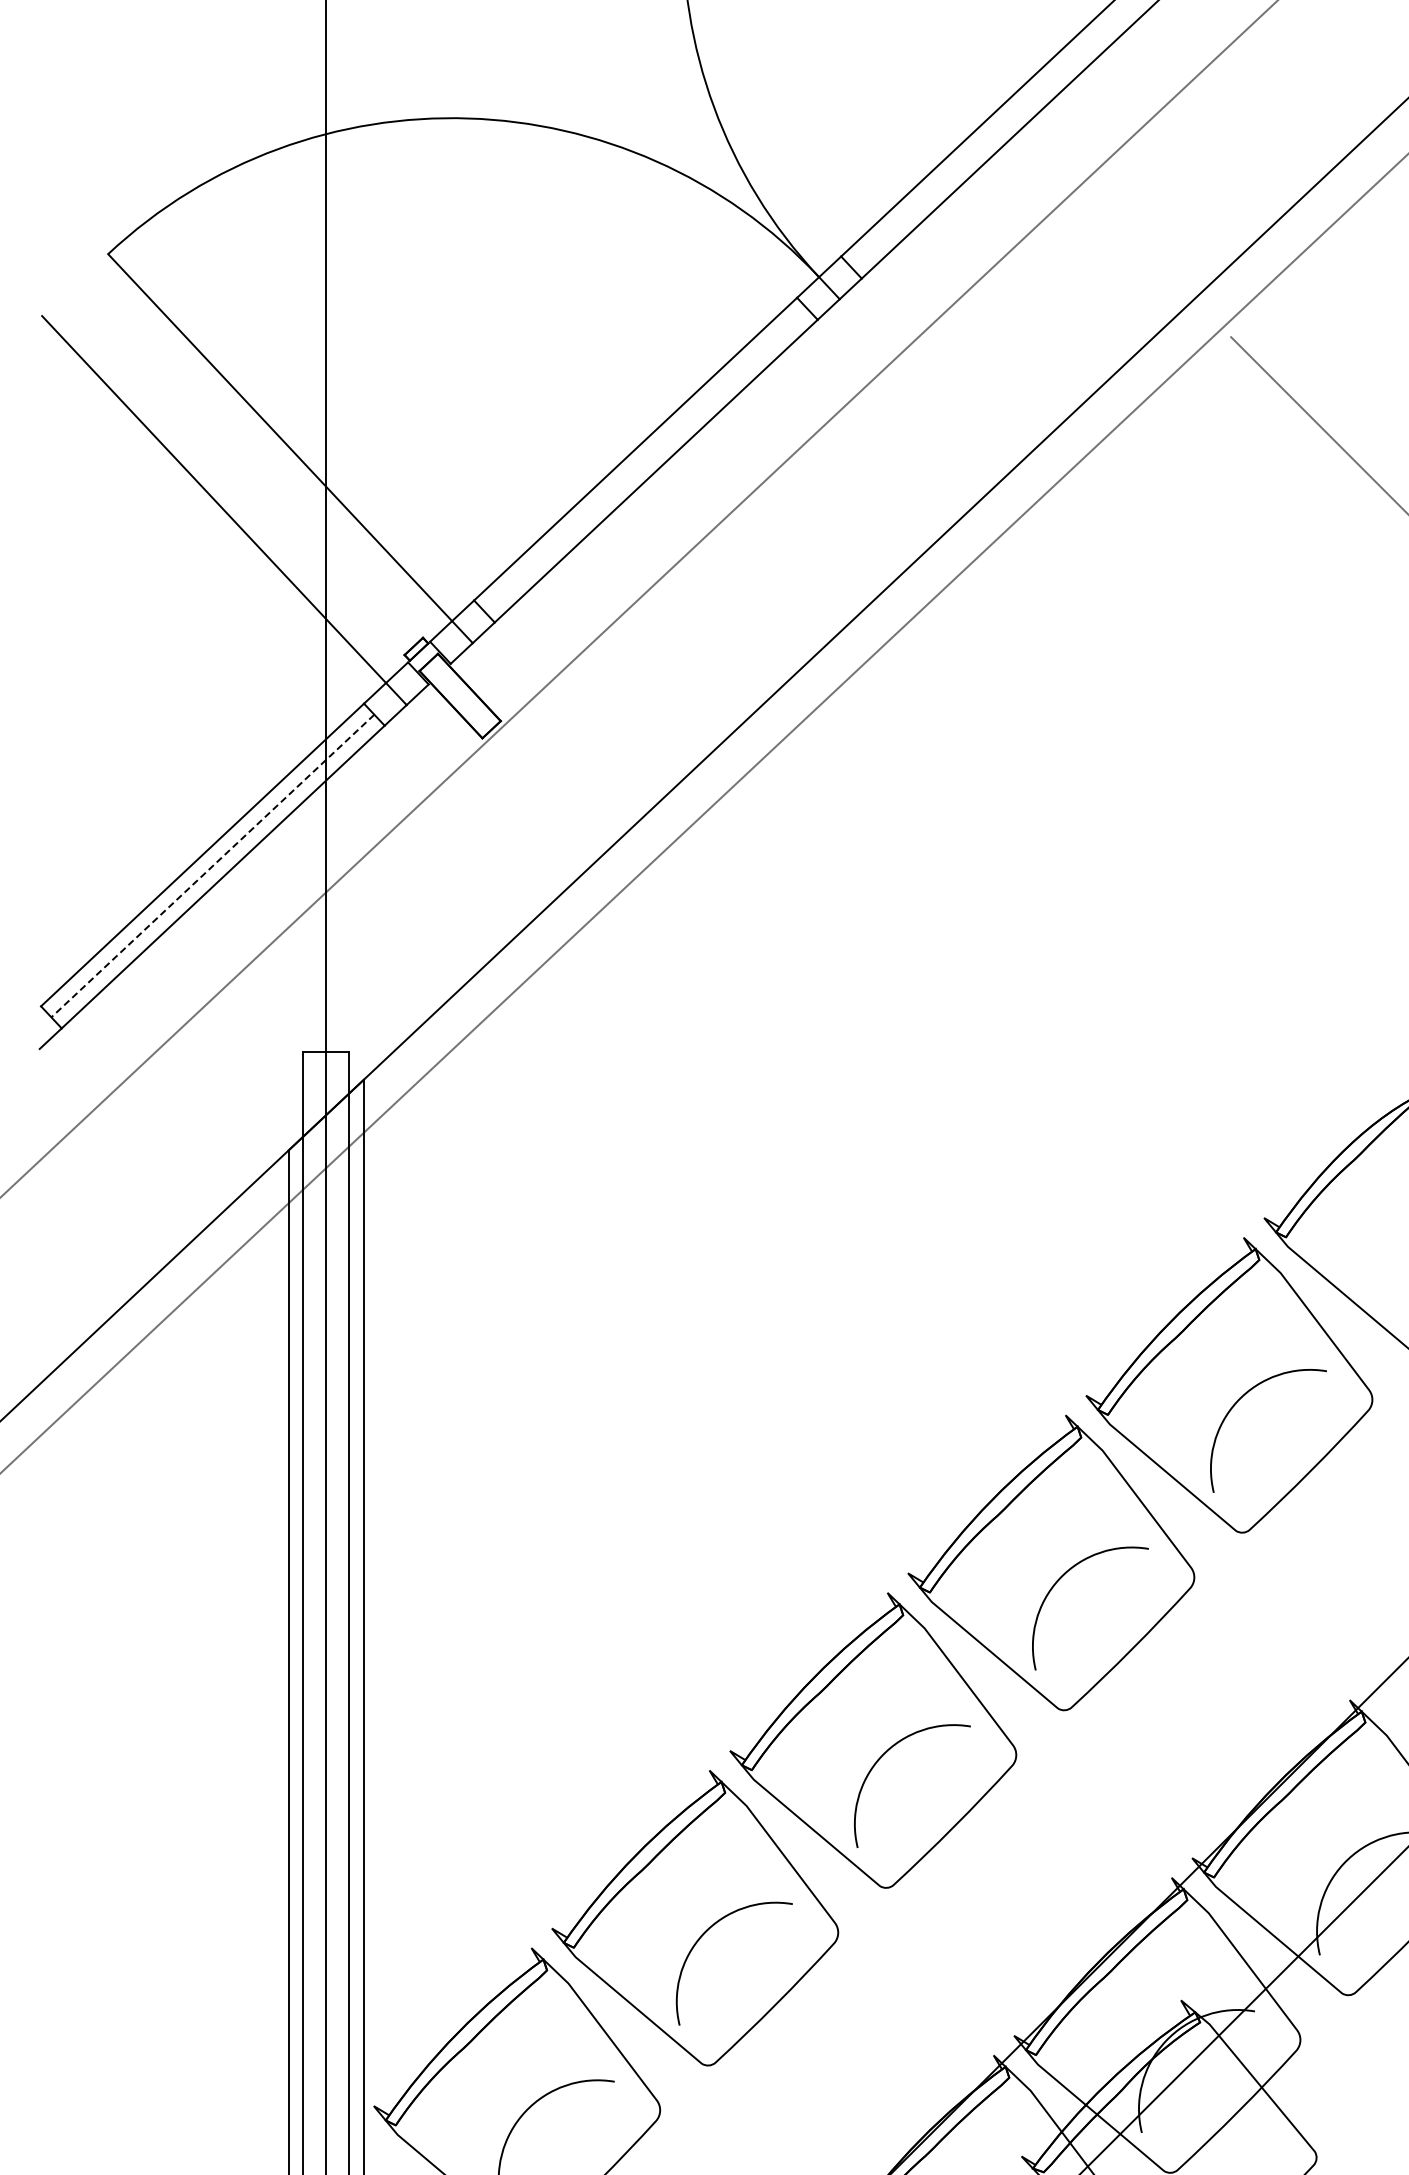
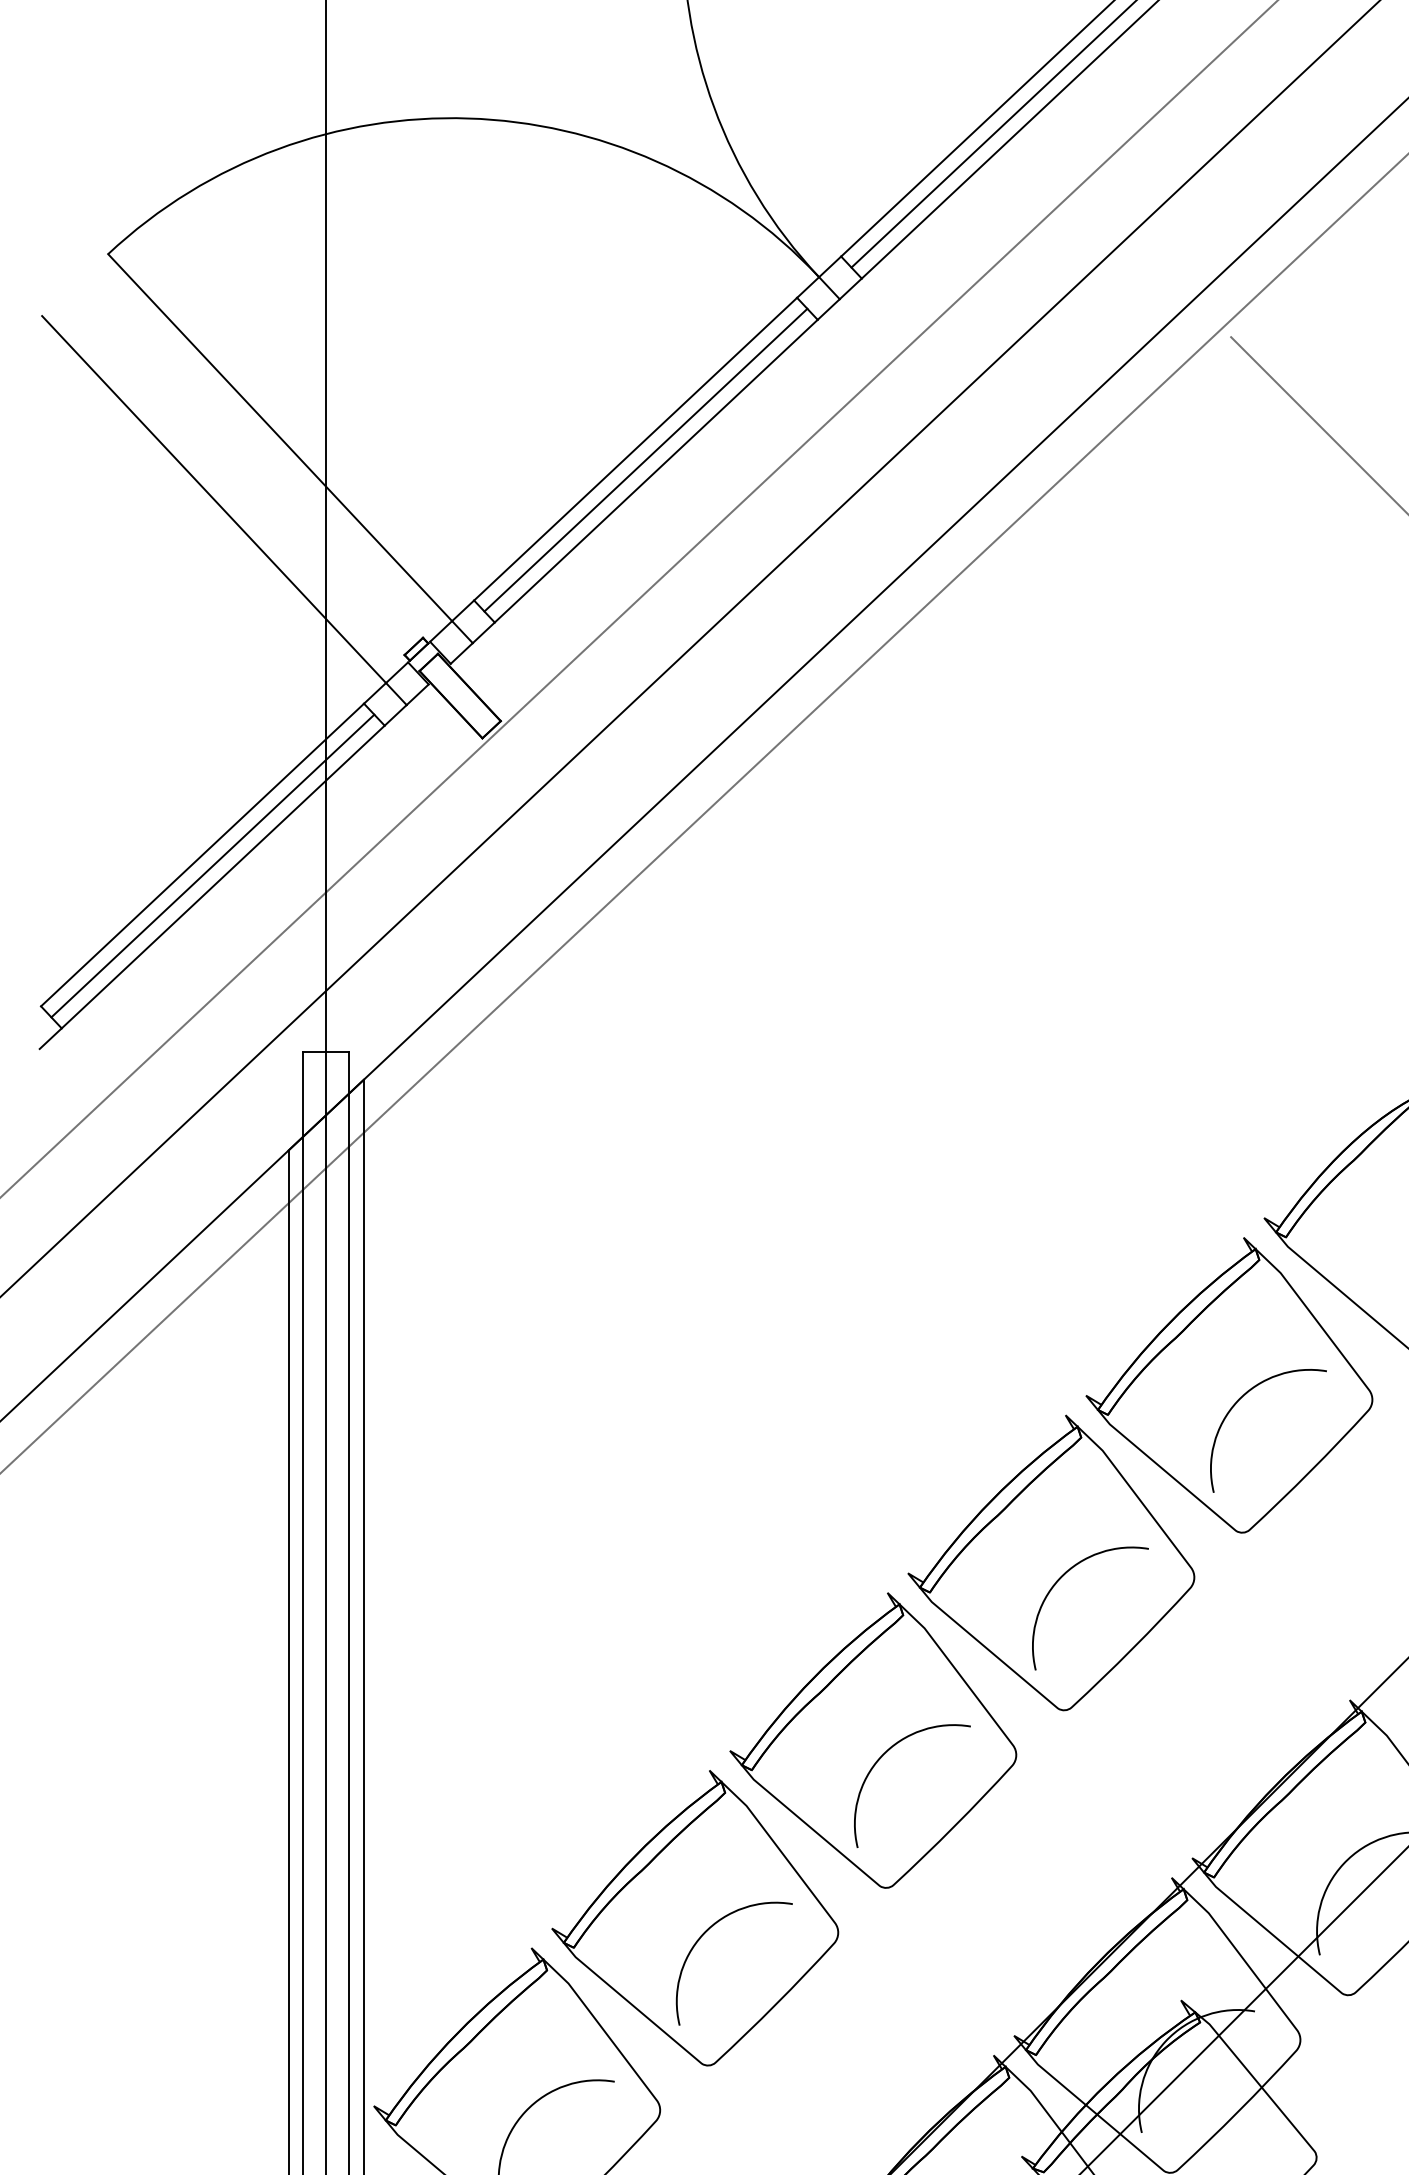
line at (992, 134): none -> present
line at (645, 459): none -> present
line at (690, 648): none -> present
line at (212, 866): dashed -> solid
